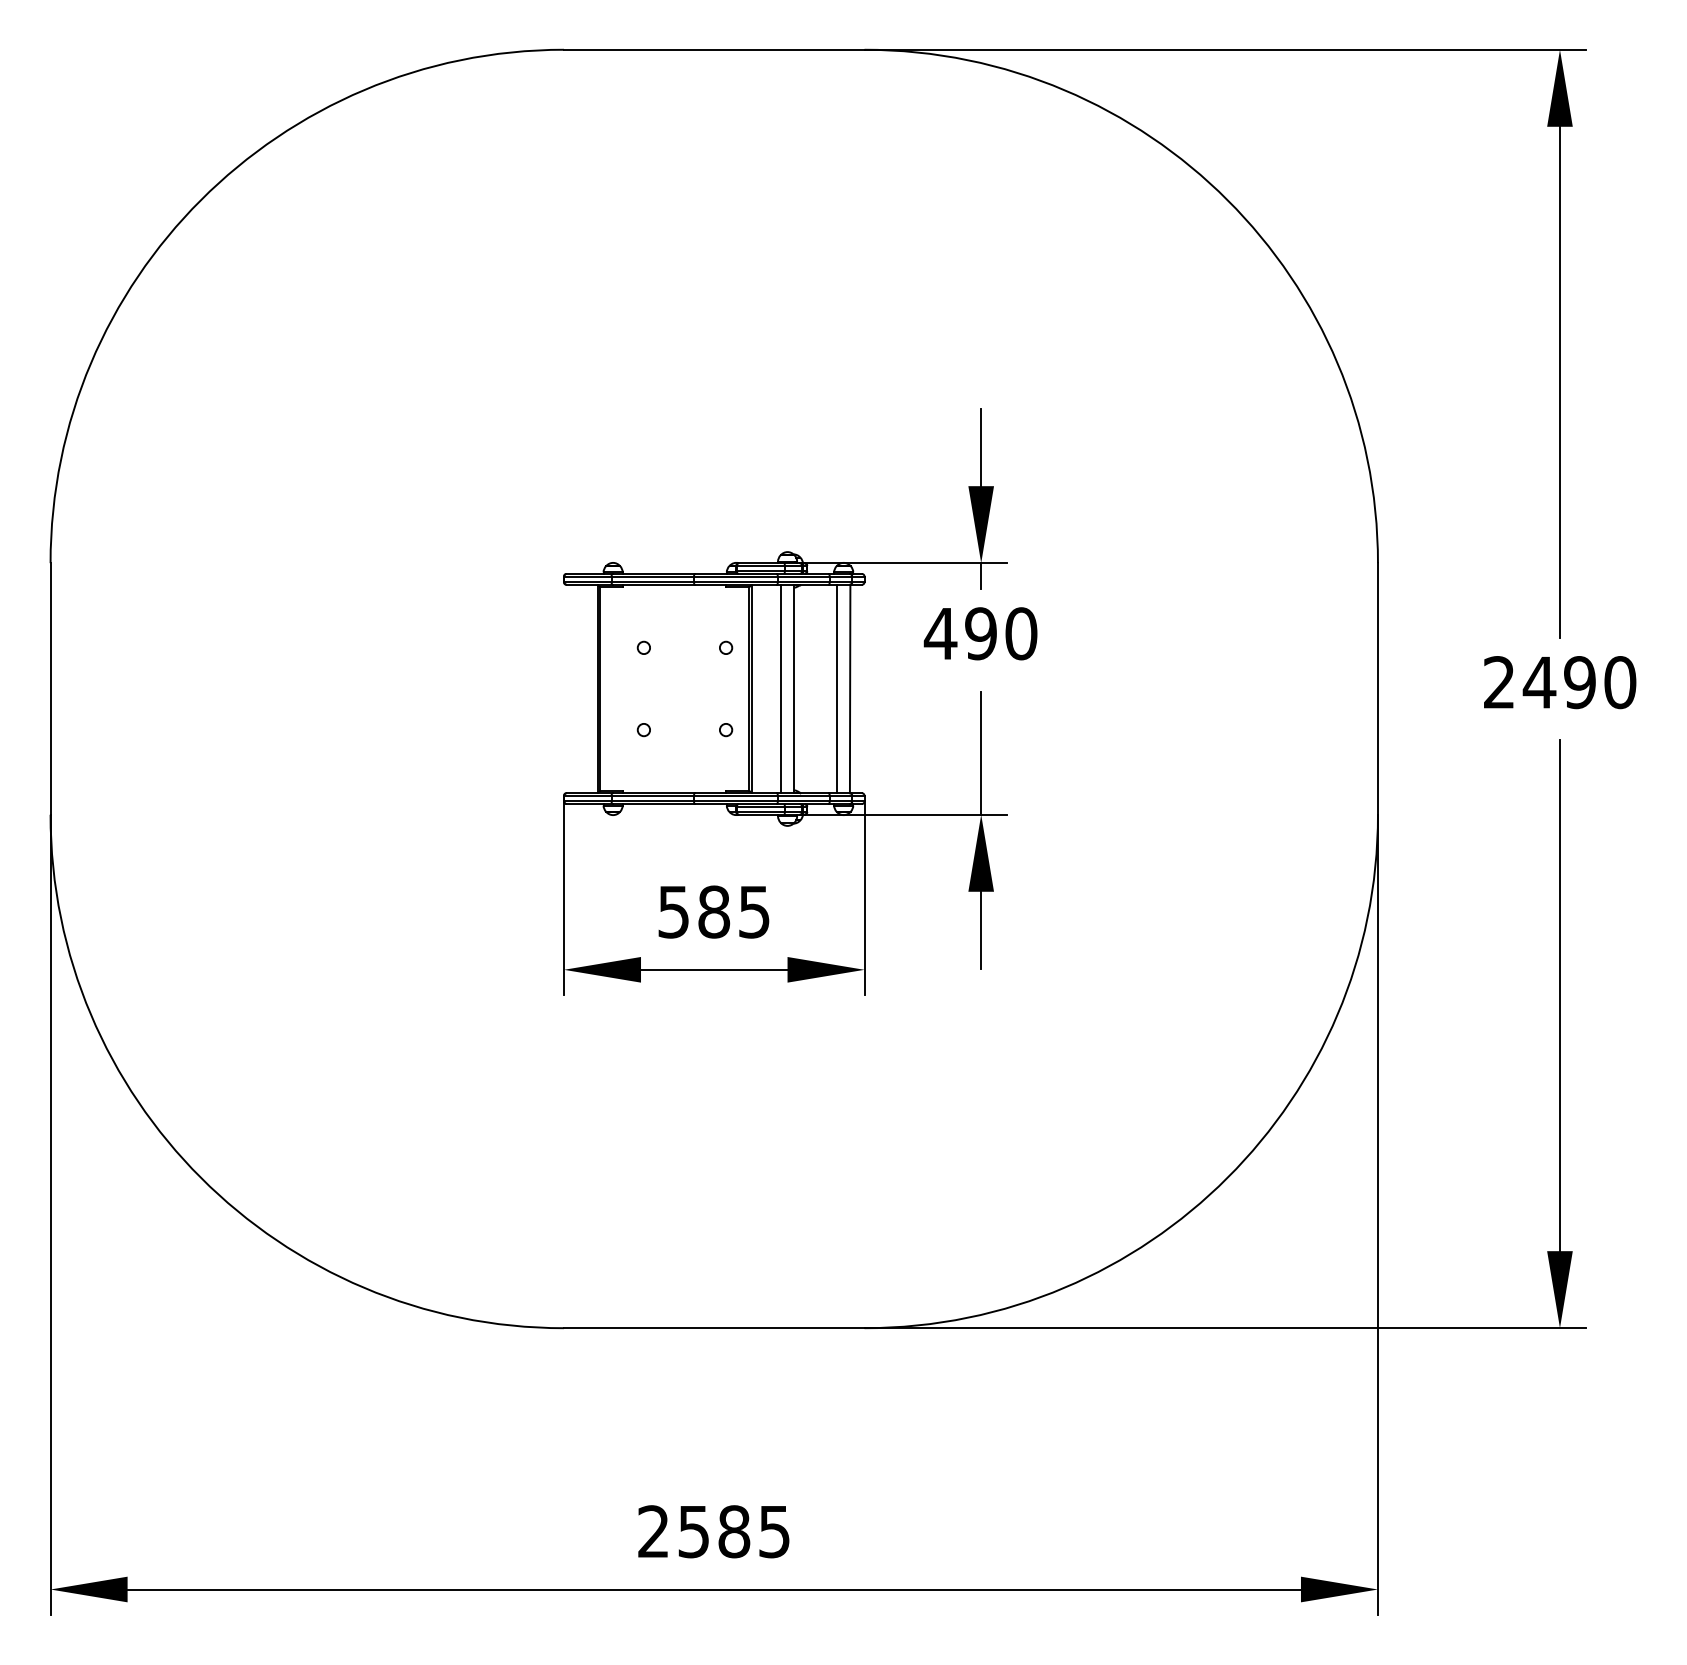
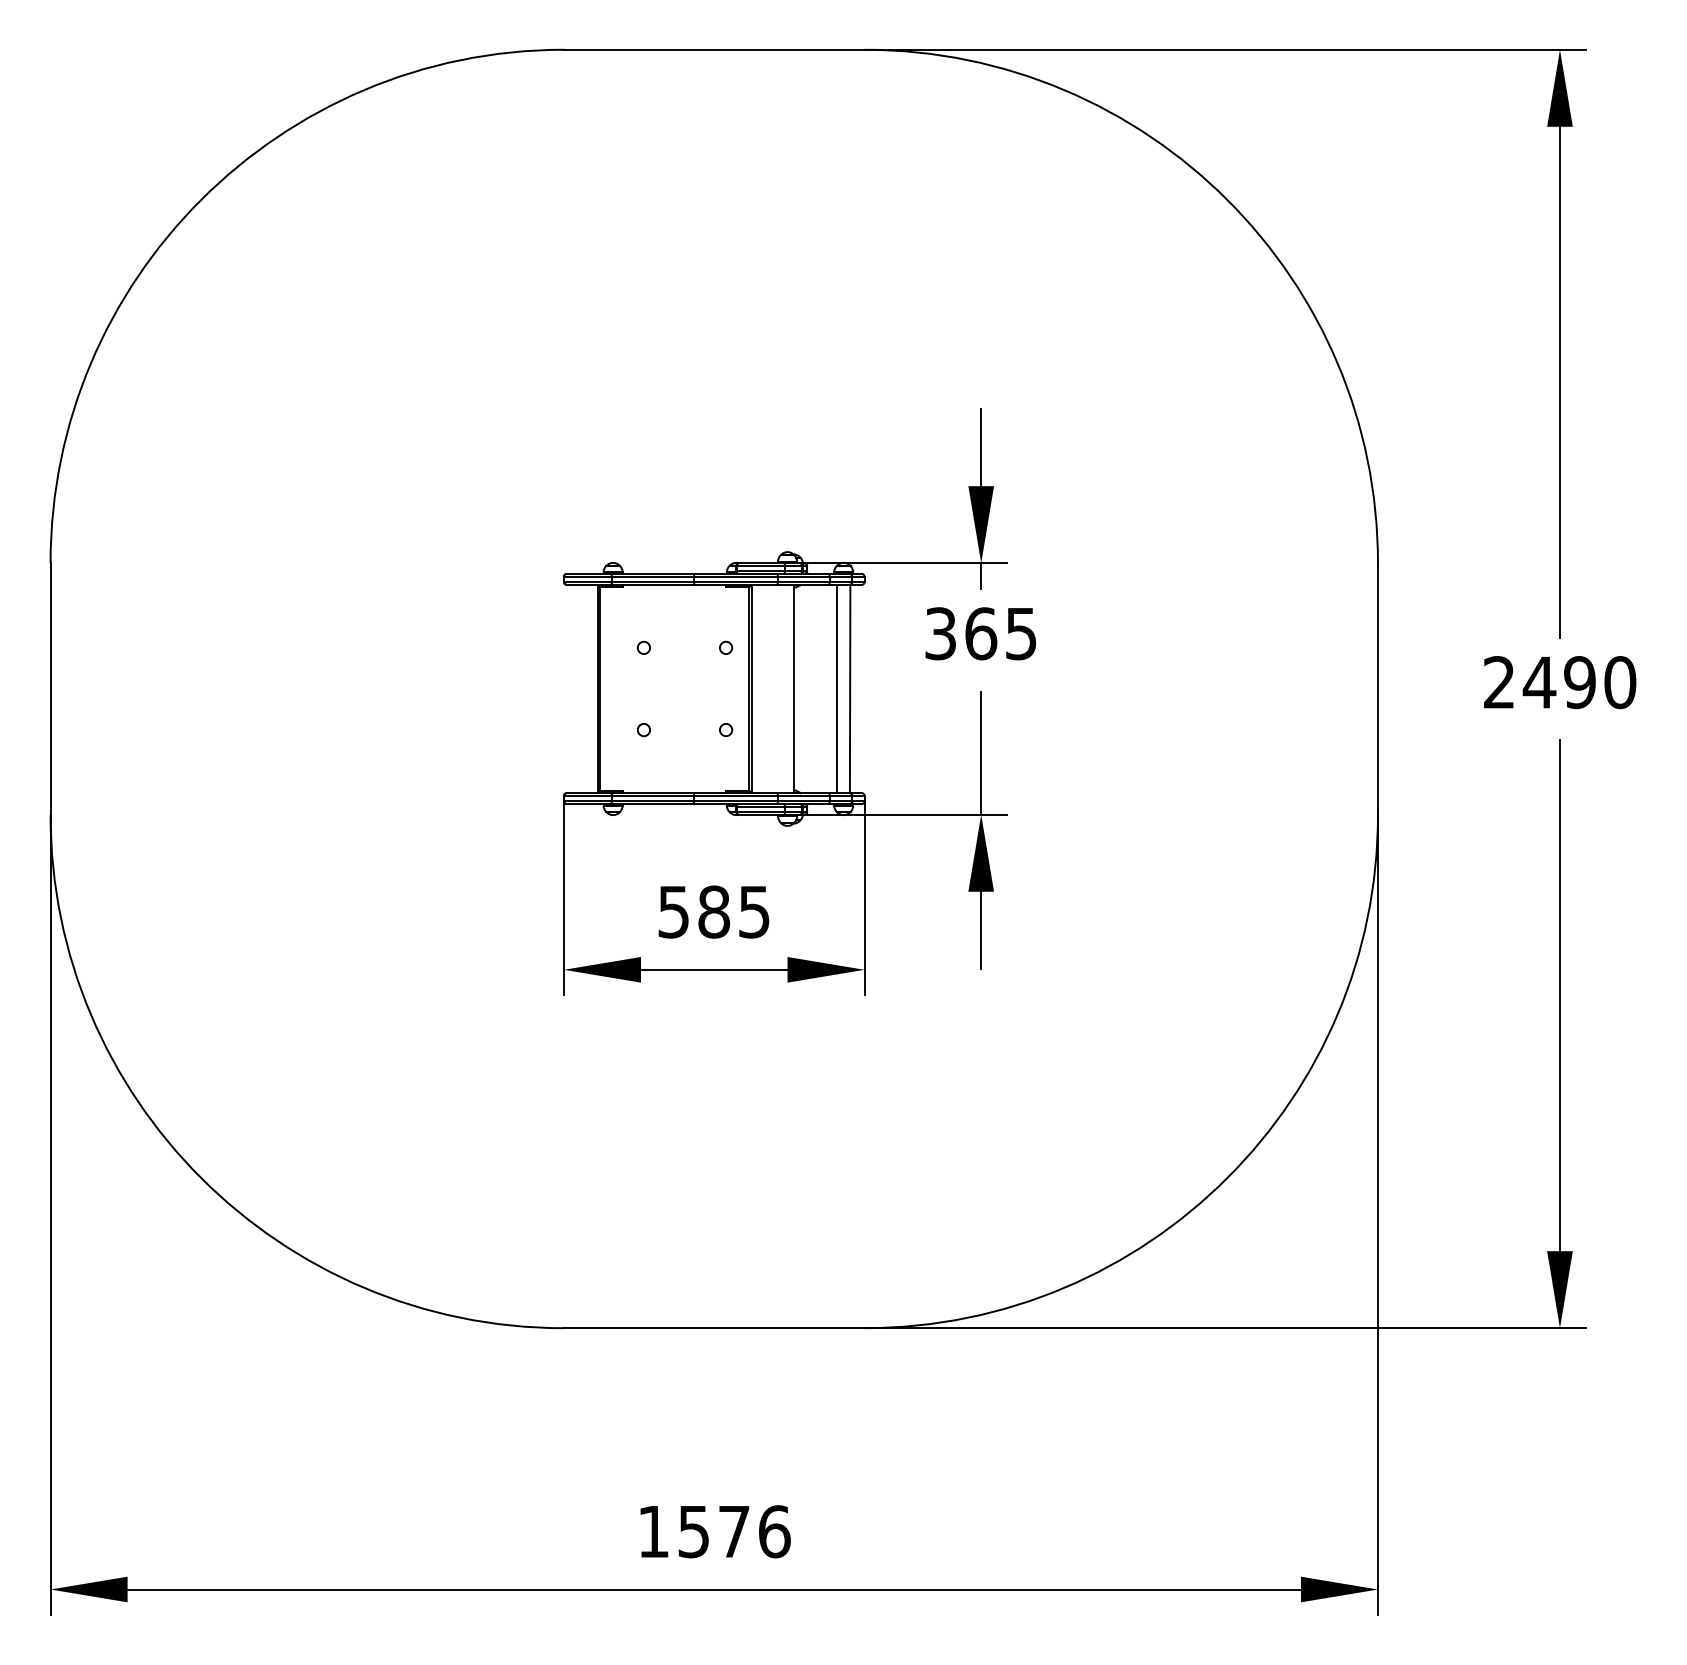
text at (980, 633): 490 -> 365
line at (780, 688): present -> none
text at (714, 1531): 2585 -> 1576
